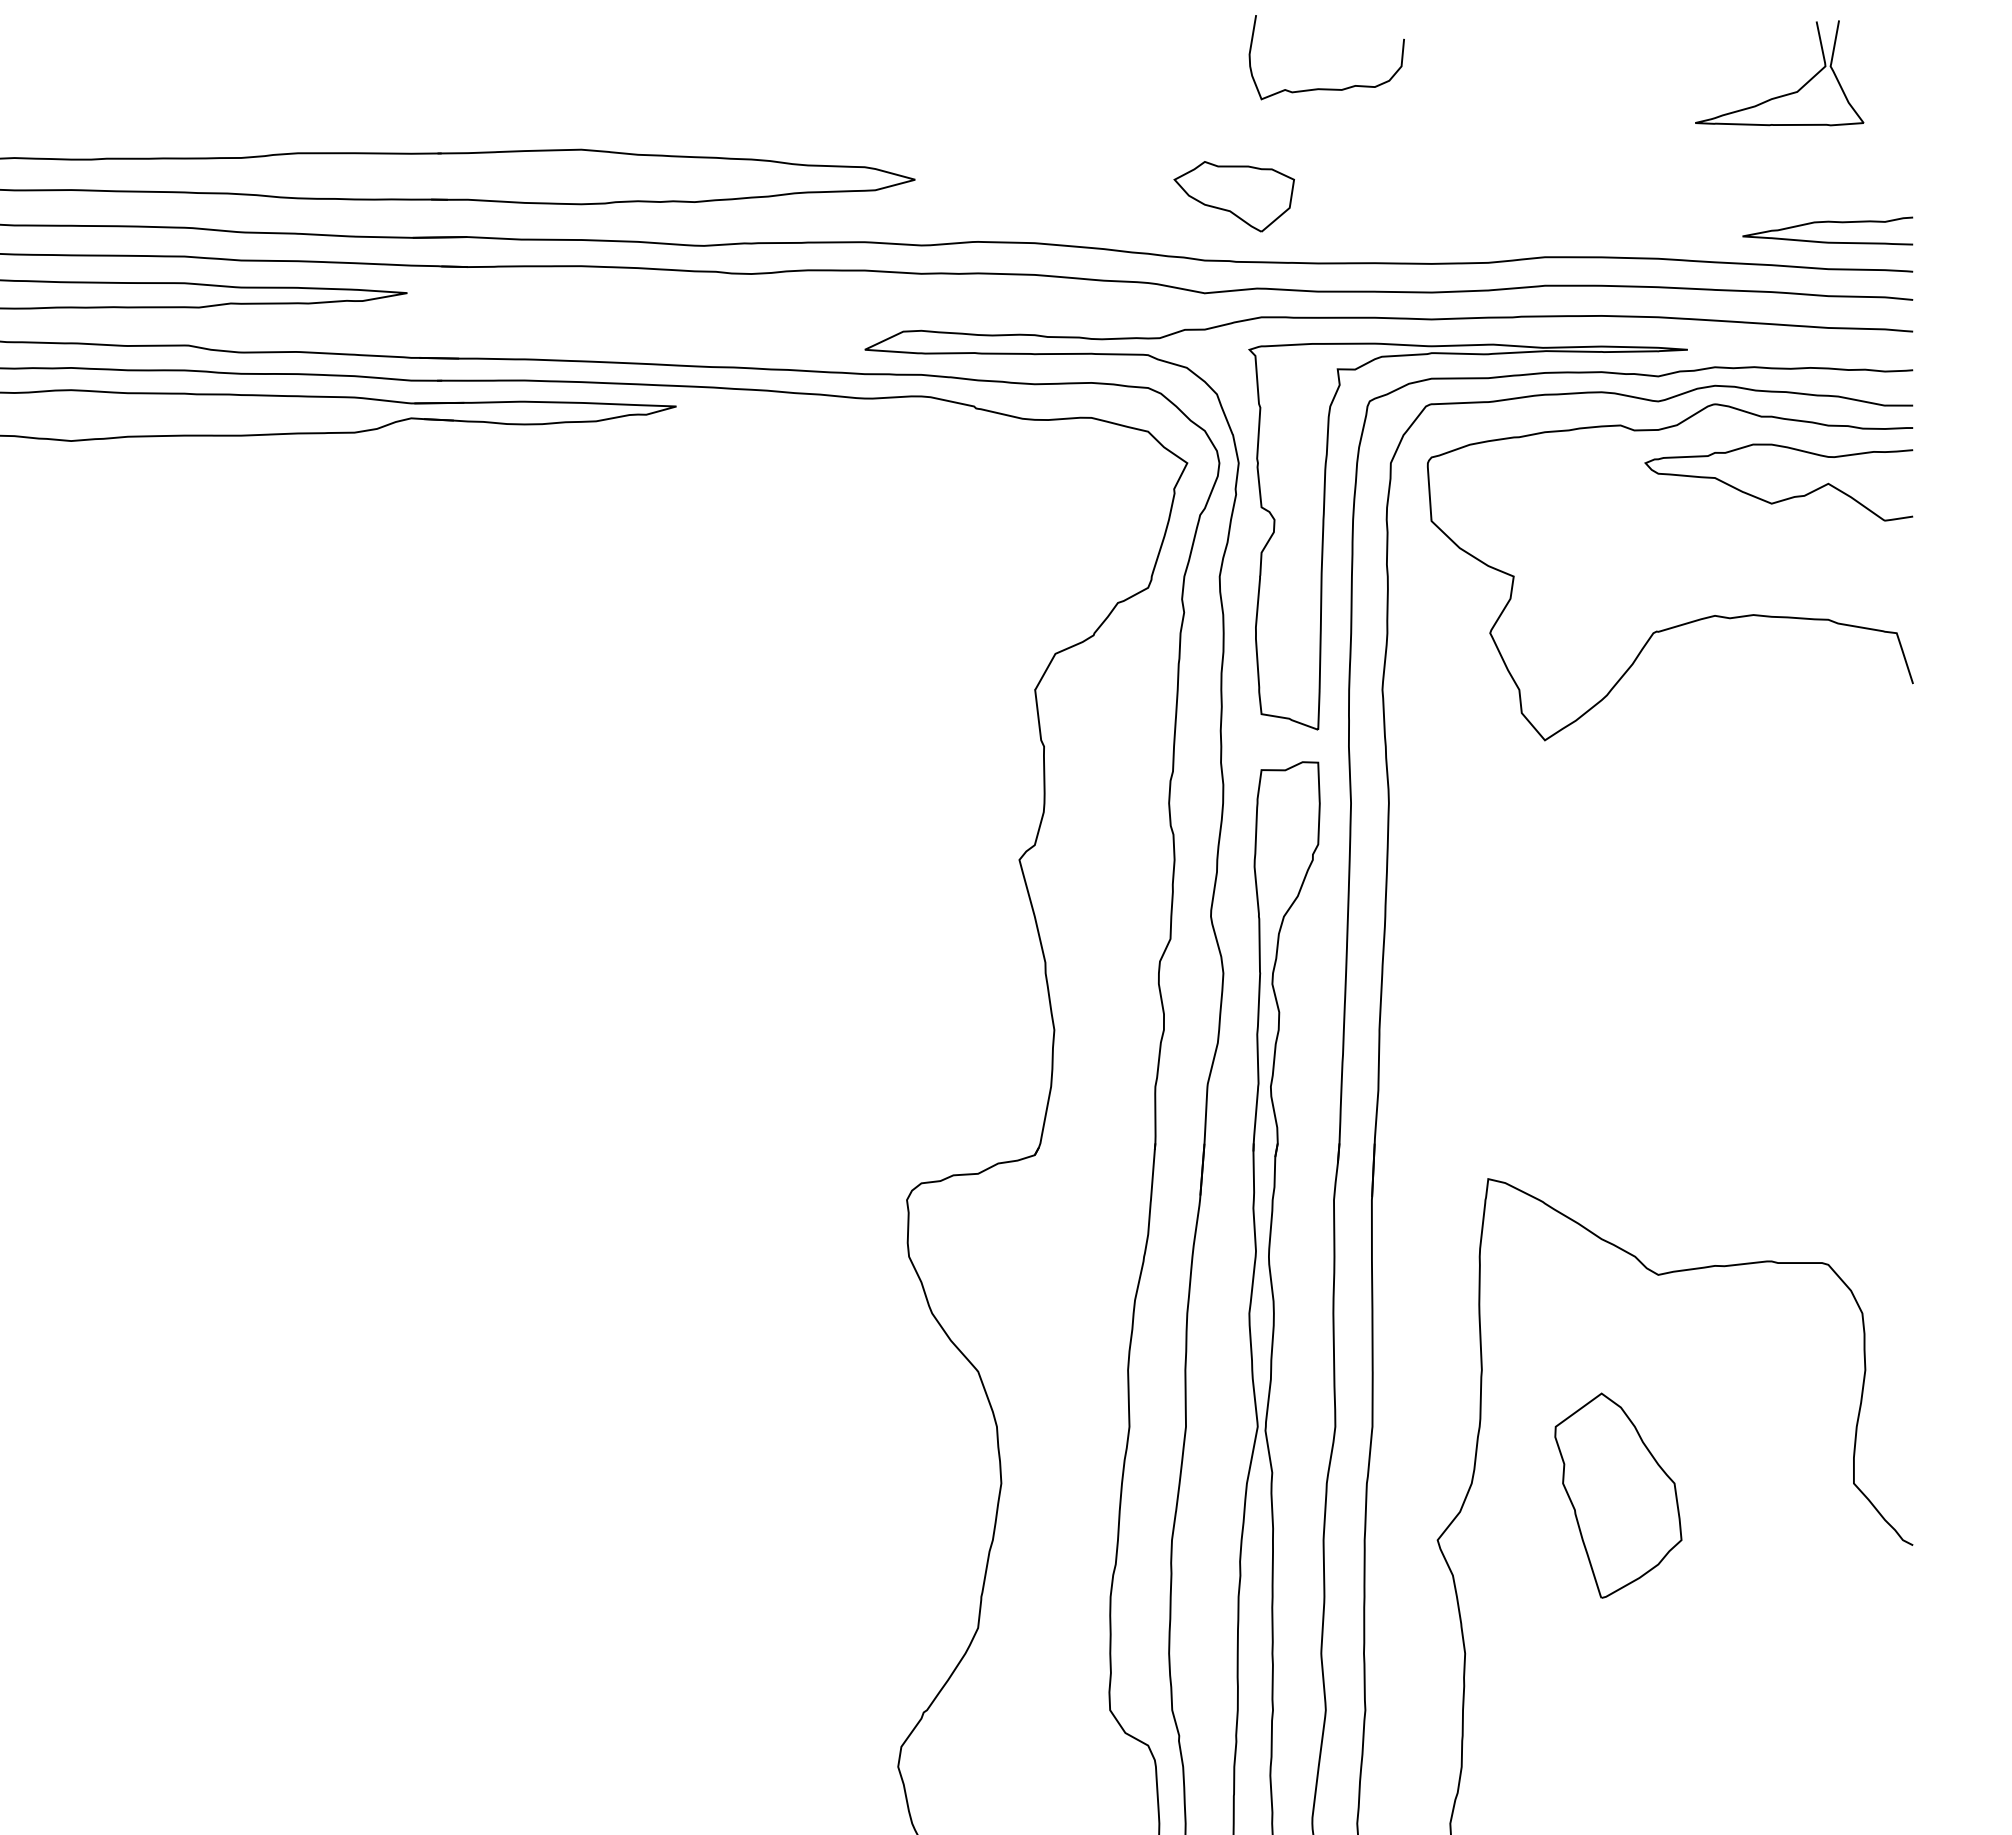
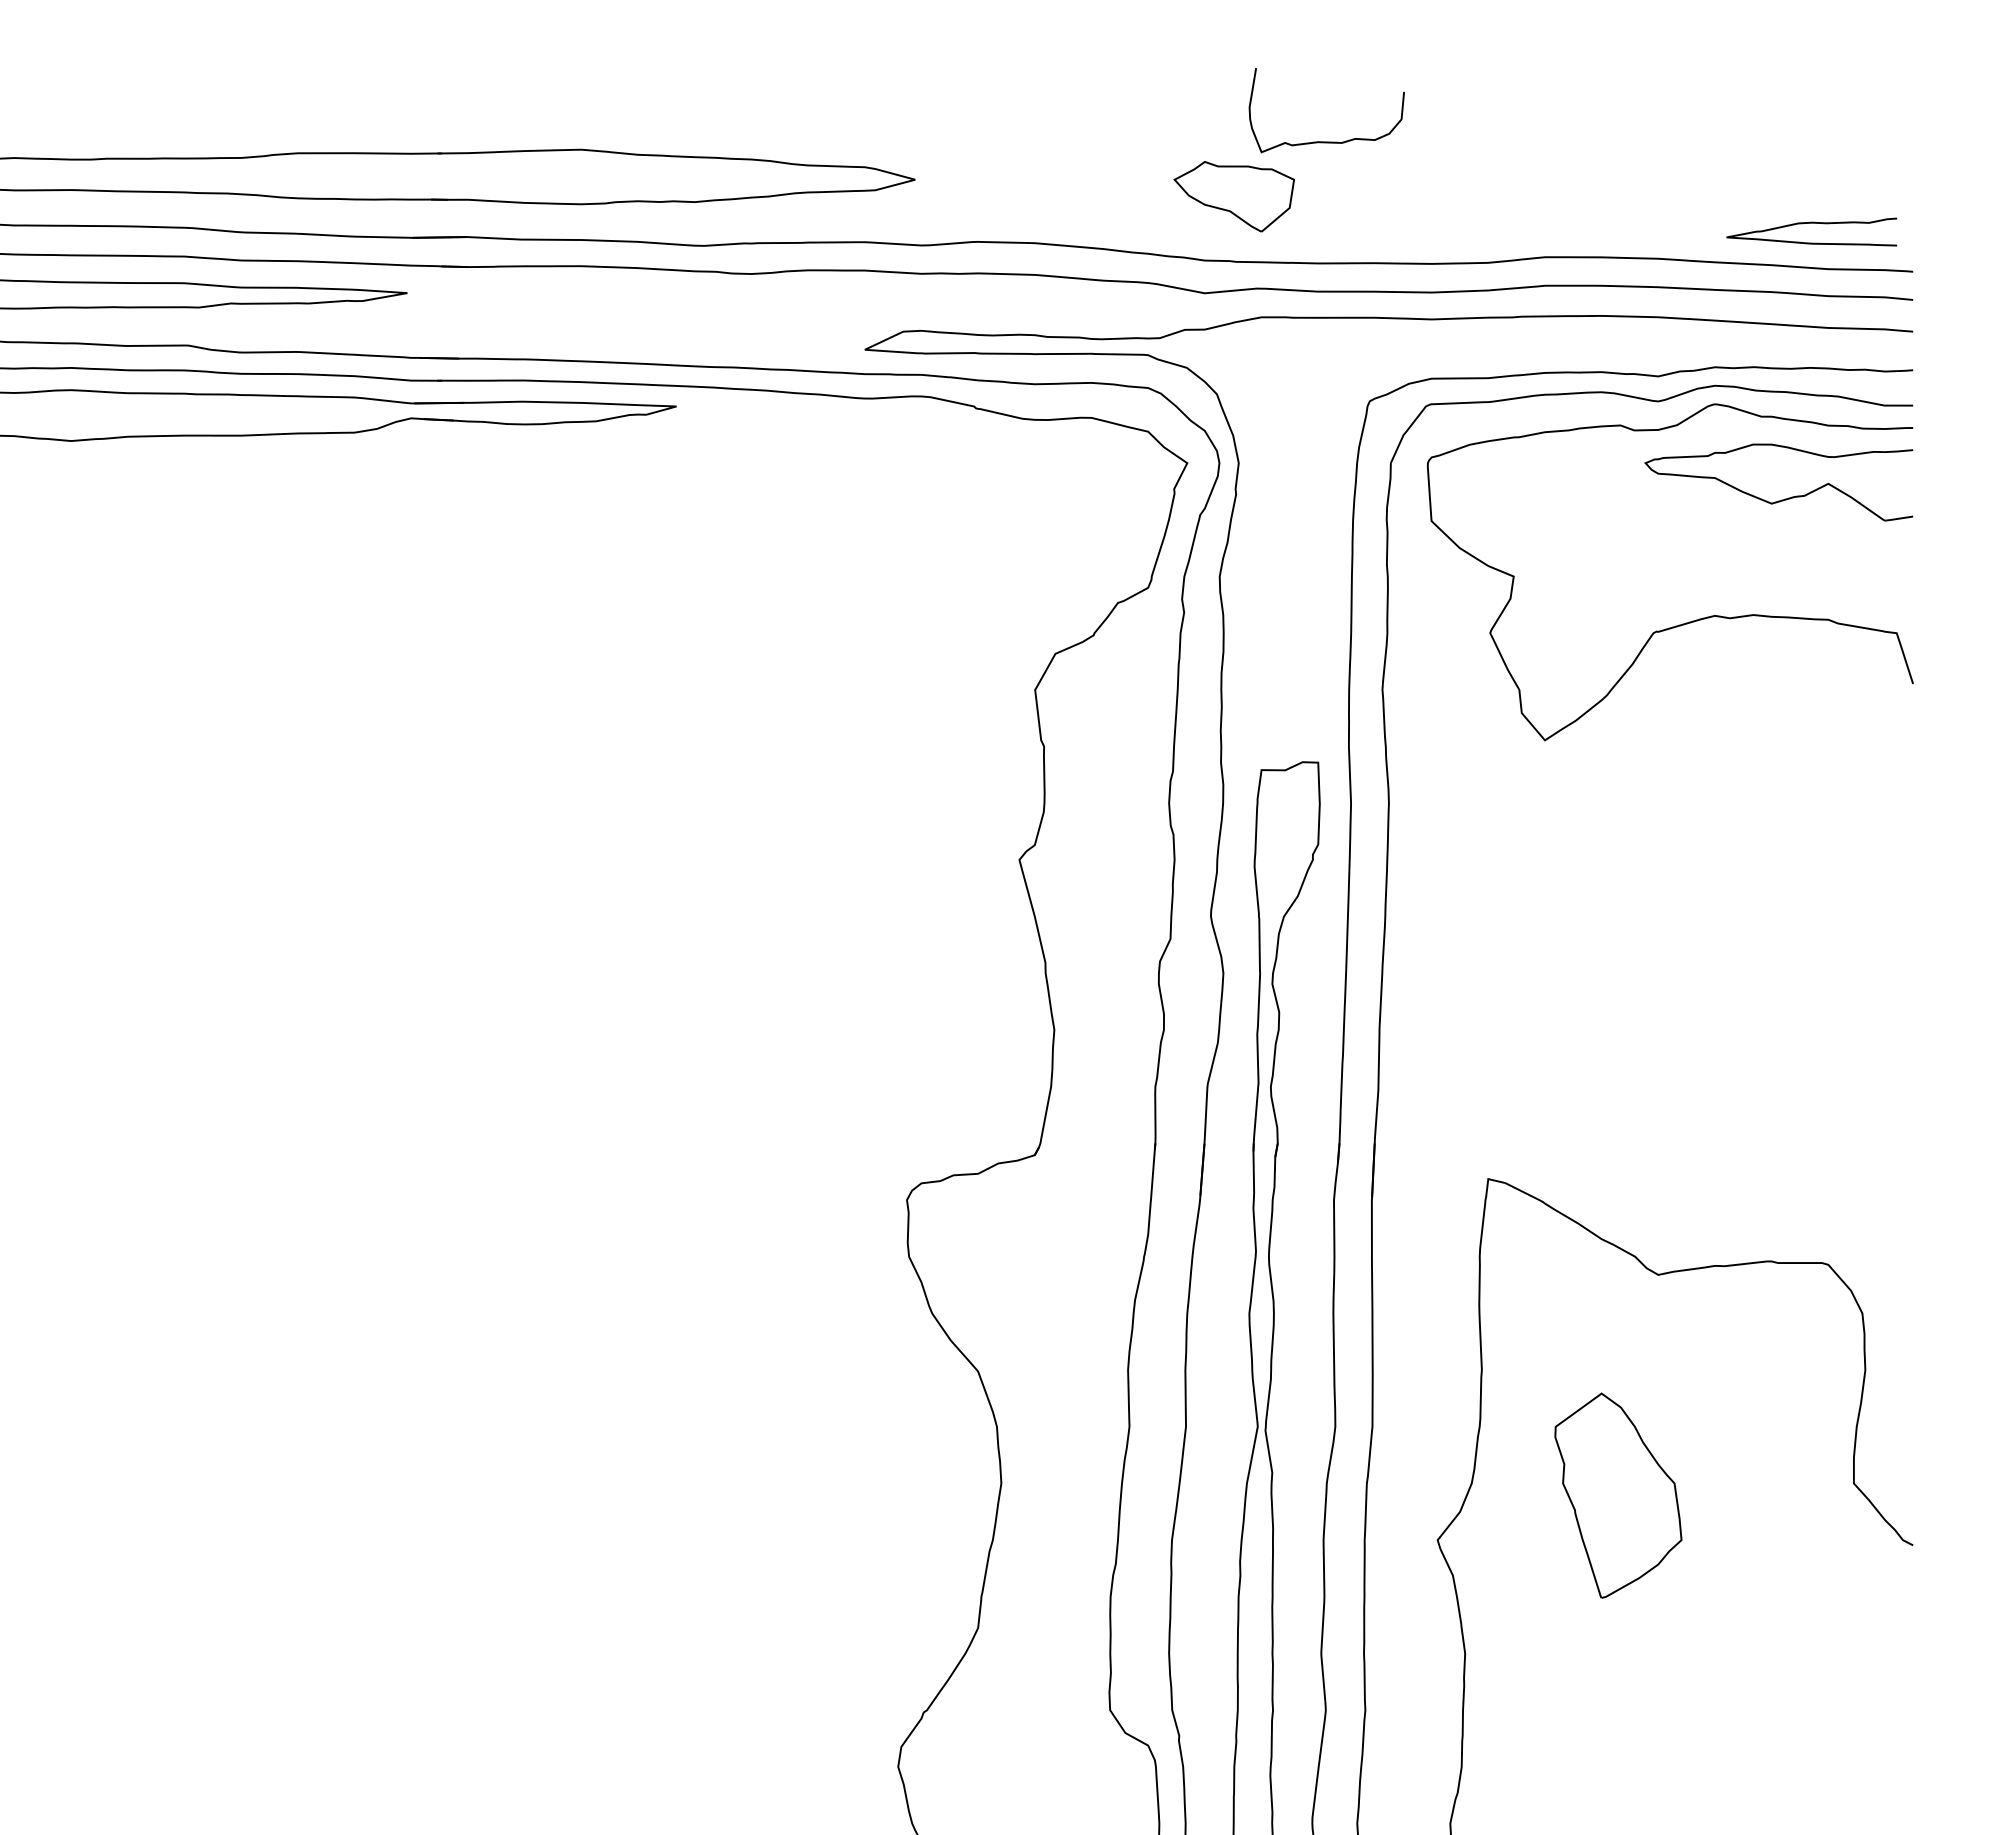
curve at (1326, 88) position: (1326, 88) -> (1326, 141)
curve at (1783, 94): present -> none
curve at (1827, 222) position: (1827, 222) -> (1811, 223)
part at (1324, 530): present -> none
